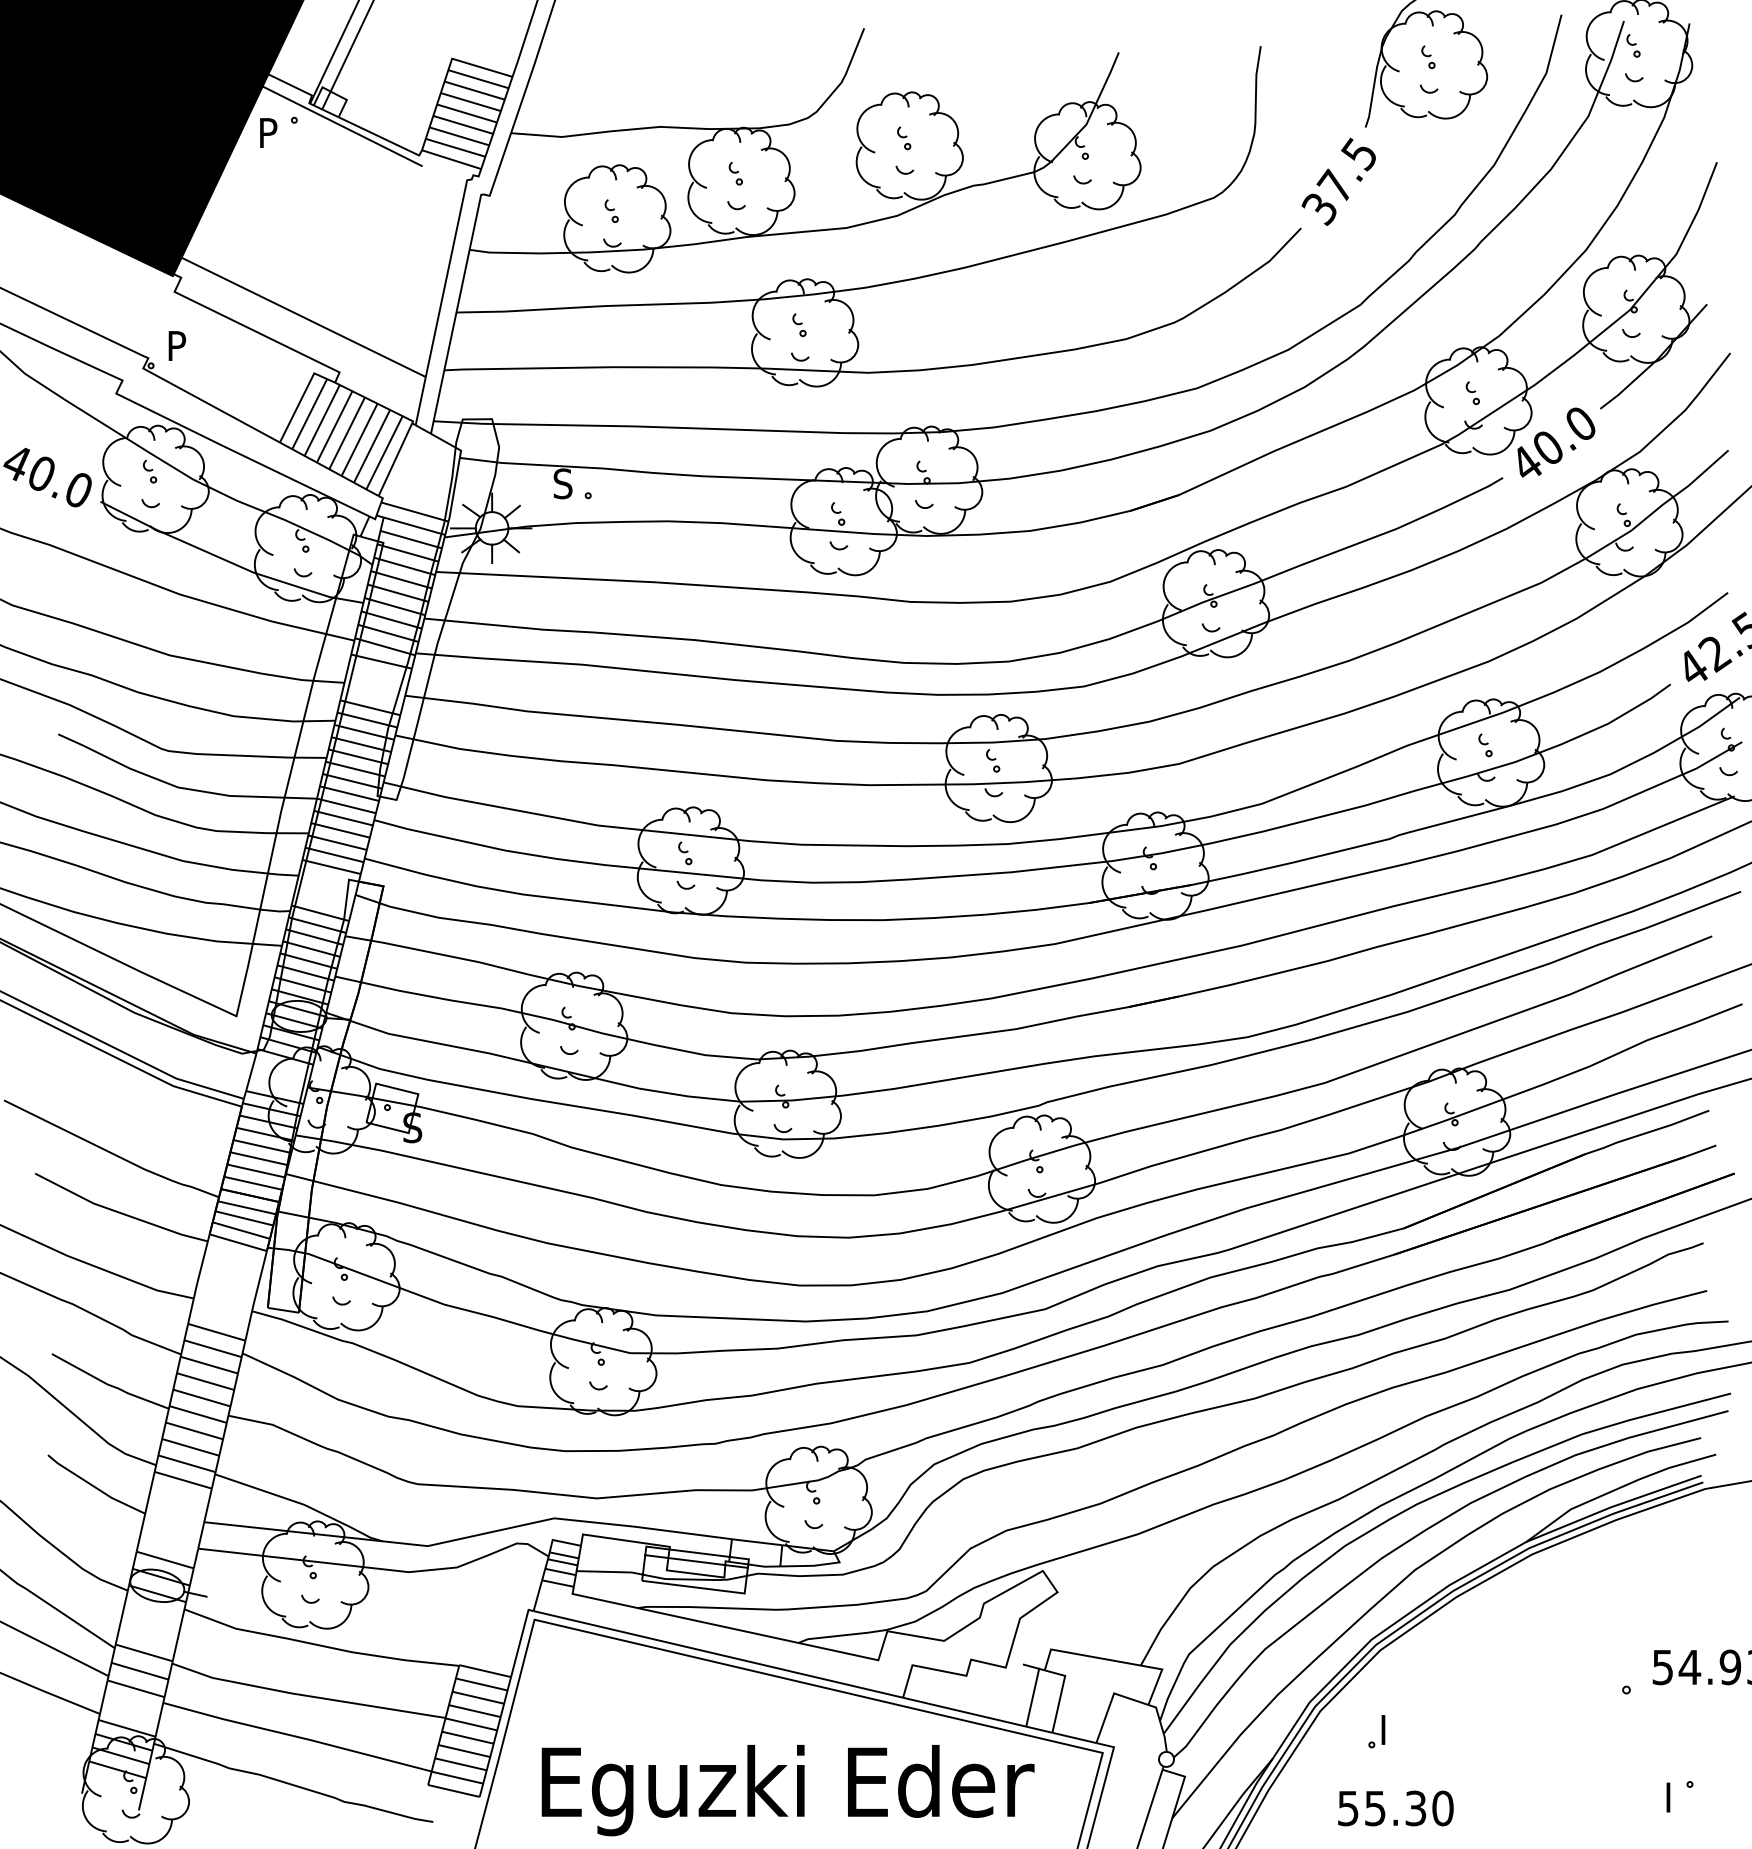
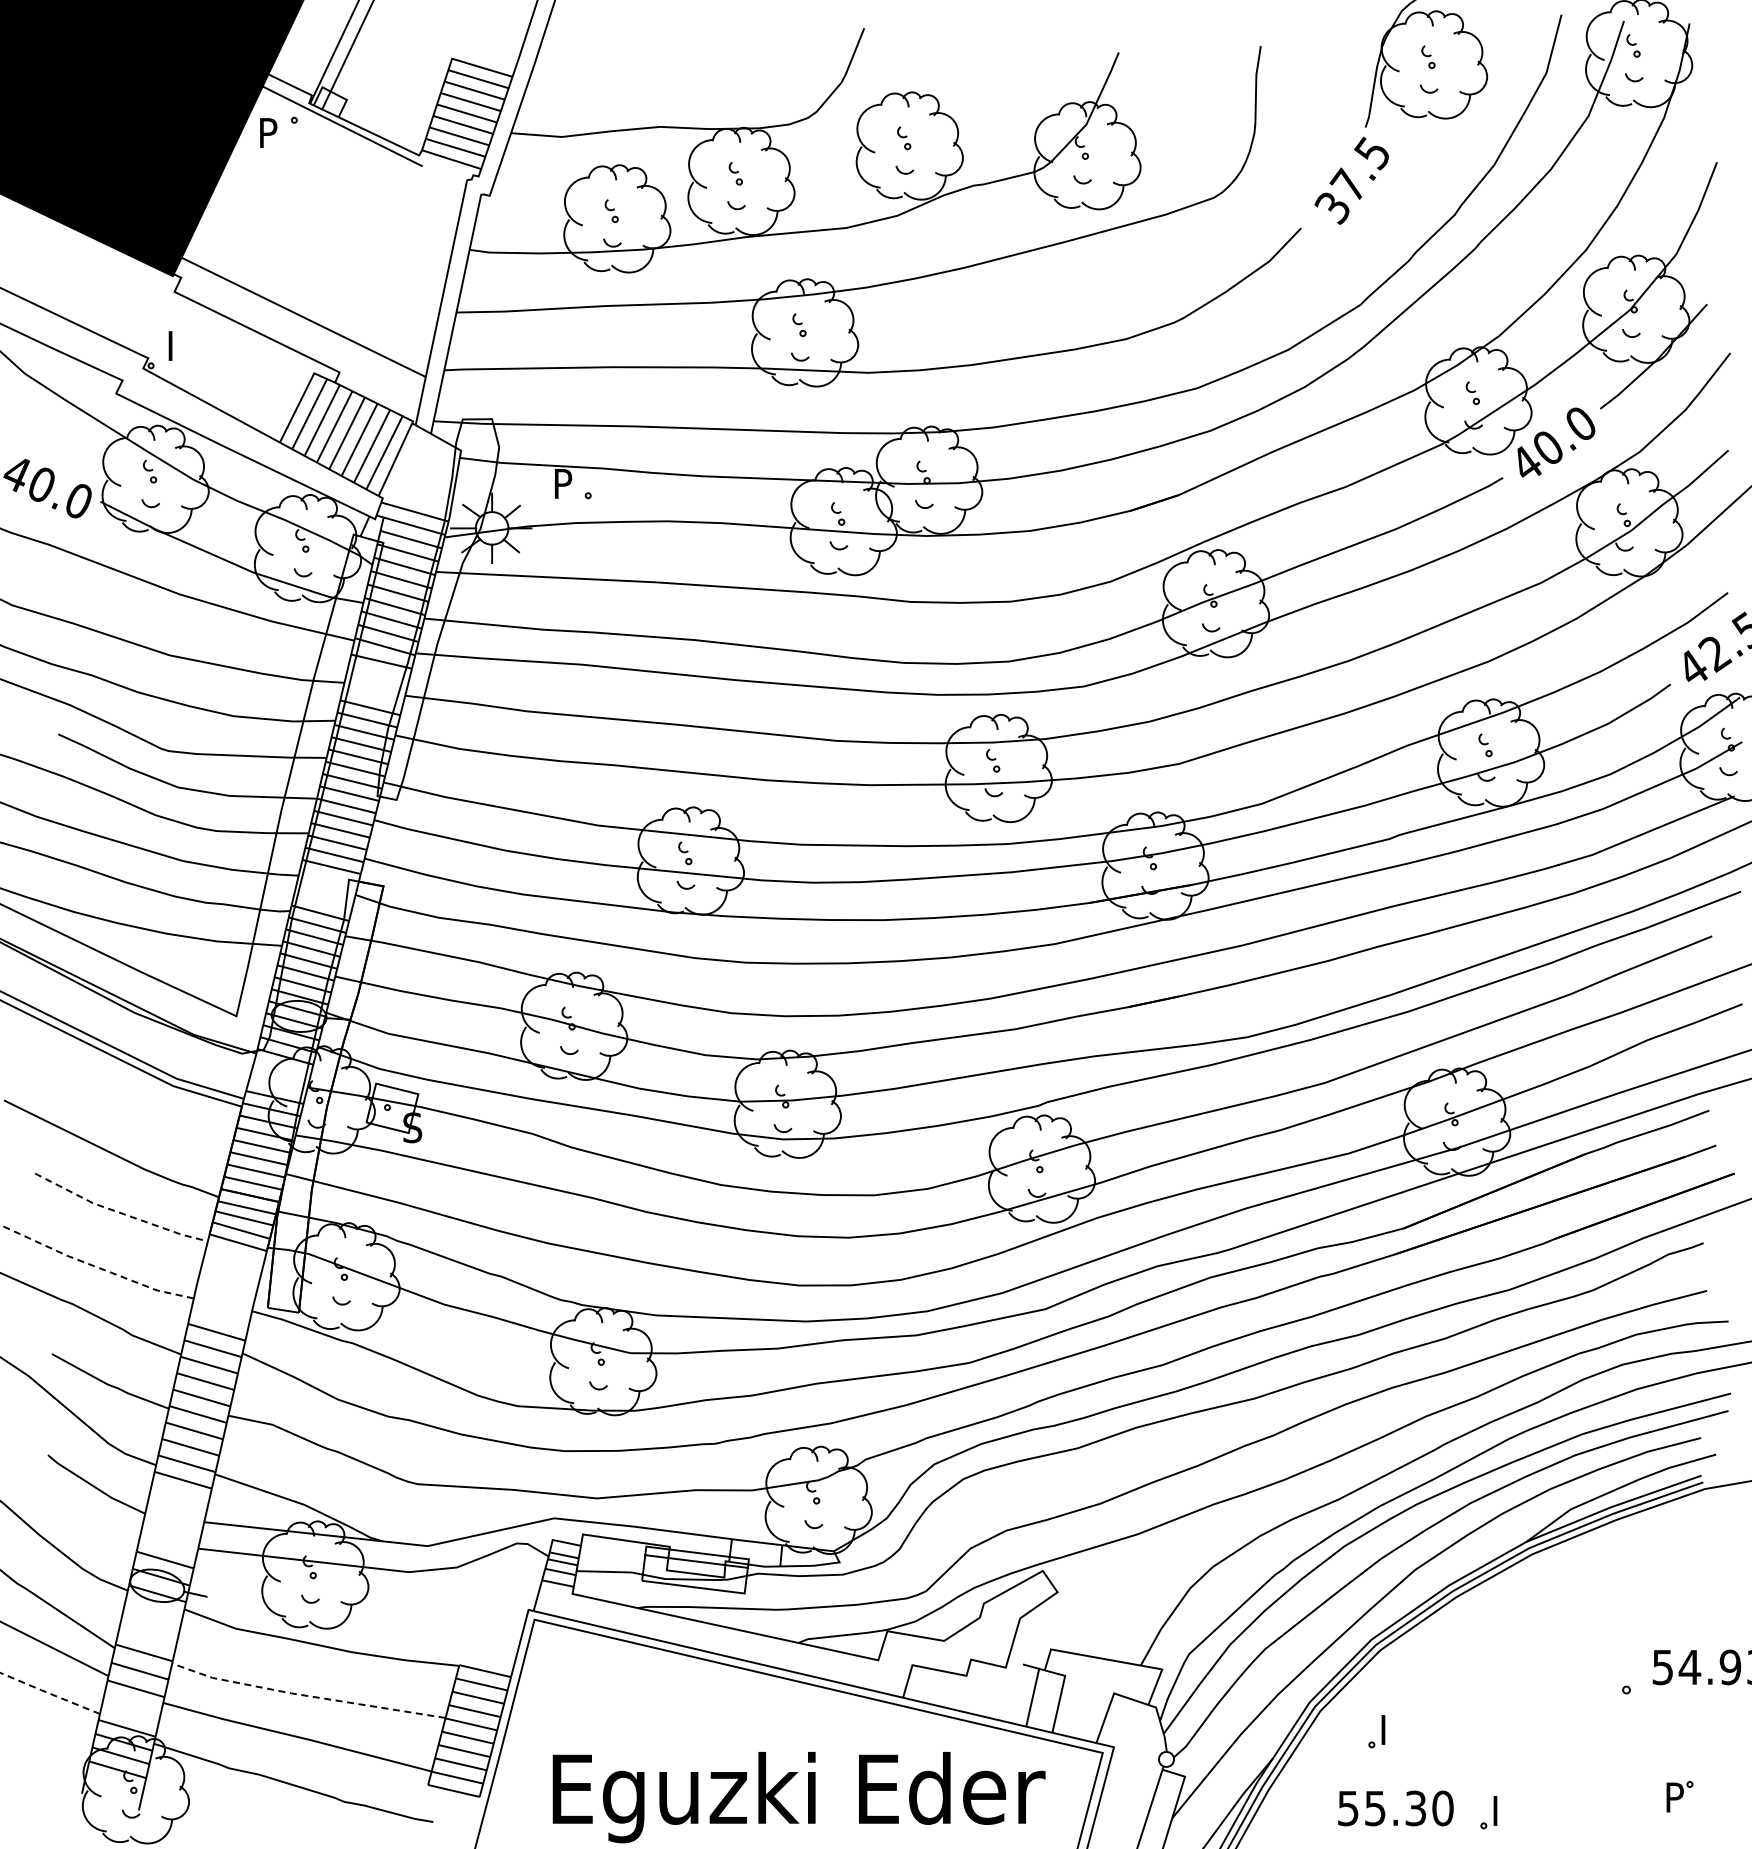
text at (1338, 181) position: (1338, 181) -> (1351, 180)
text at (178, 339): P -> I
text at (47, 477) position: (47, 477) -> (47, 488)
text at (562, 483): S -> P
line at (119, 1212): solid -> dashed
line at (95, 1266): solid -> dashed
line at (49, 1693): solid -> dashed
line at (306, 1695): solid -> dashed
text at (787, 1790) position: (787, 1790) -> (798, 1797)
text at (1676, 1791): I -> P
part at (1488, 1812): none -> present
